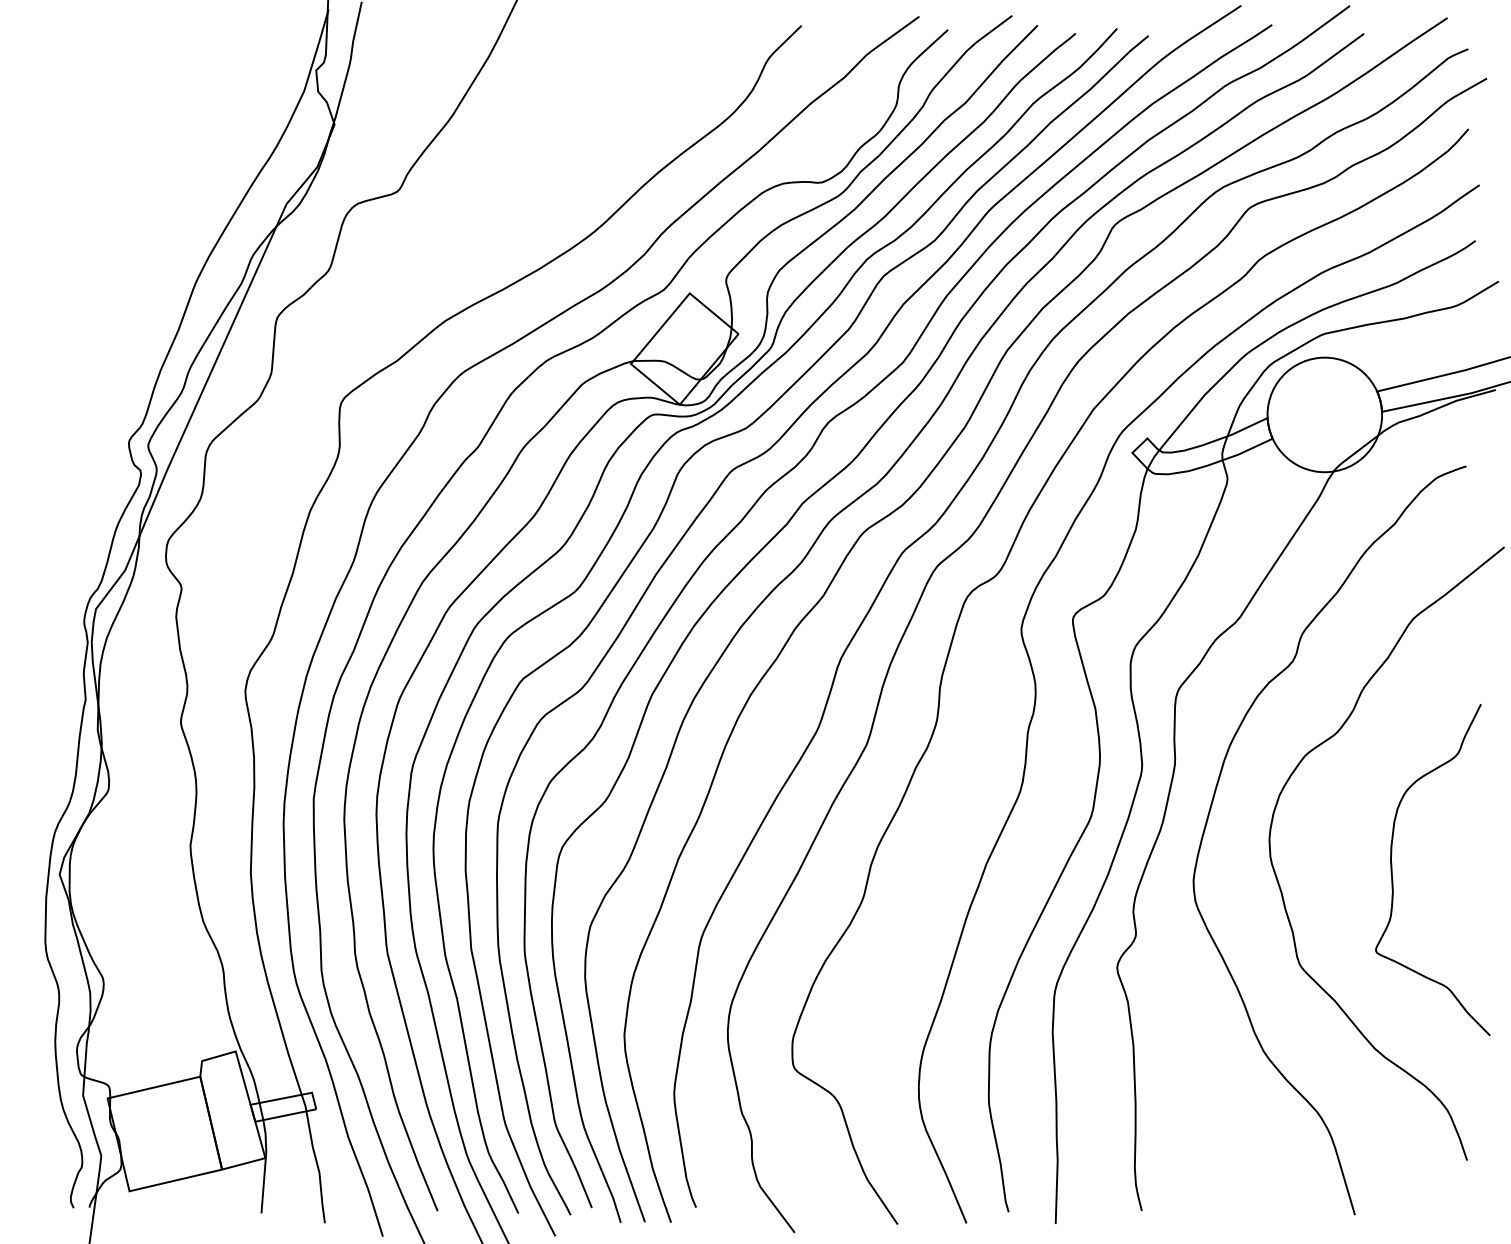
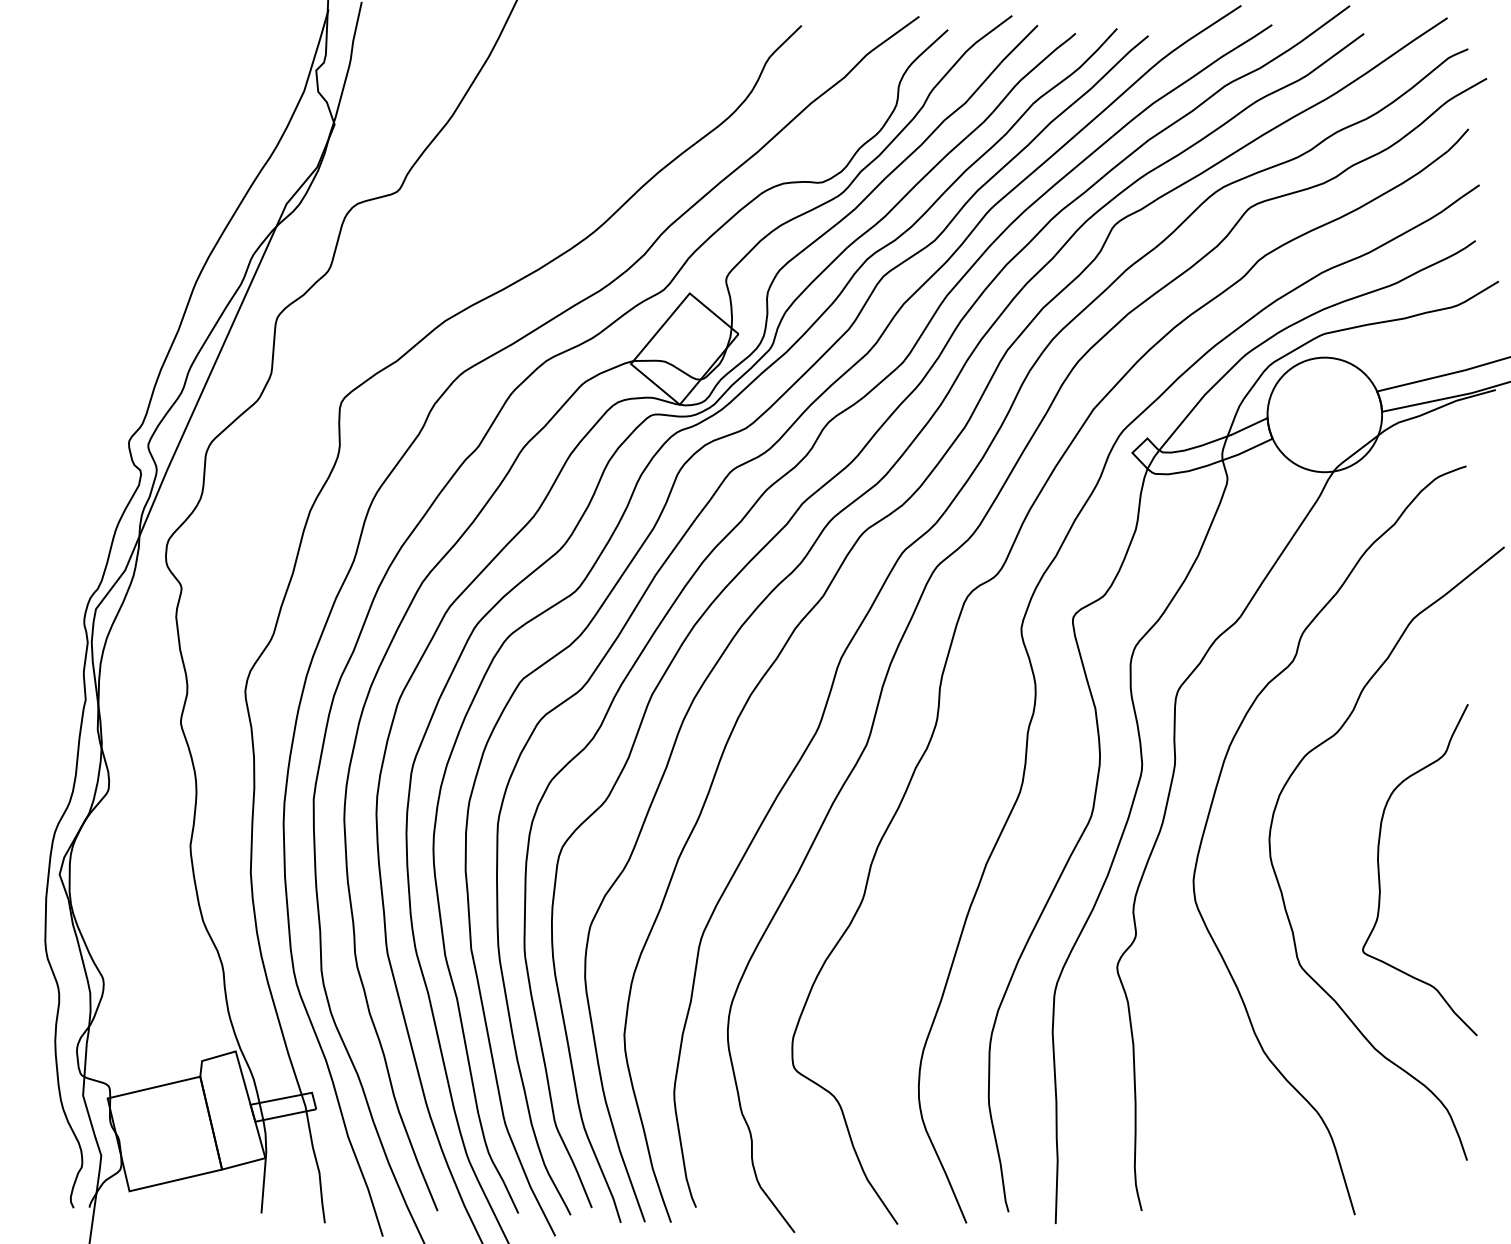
curve at (1392, 870) position: (1392, 870) -> (1379, 870)
